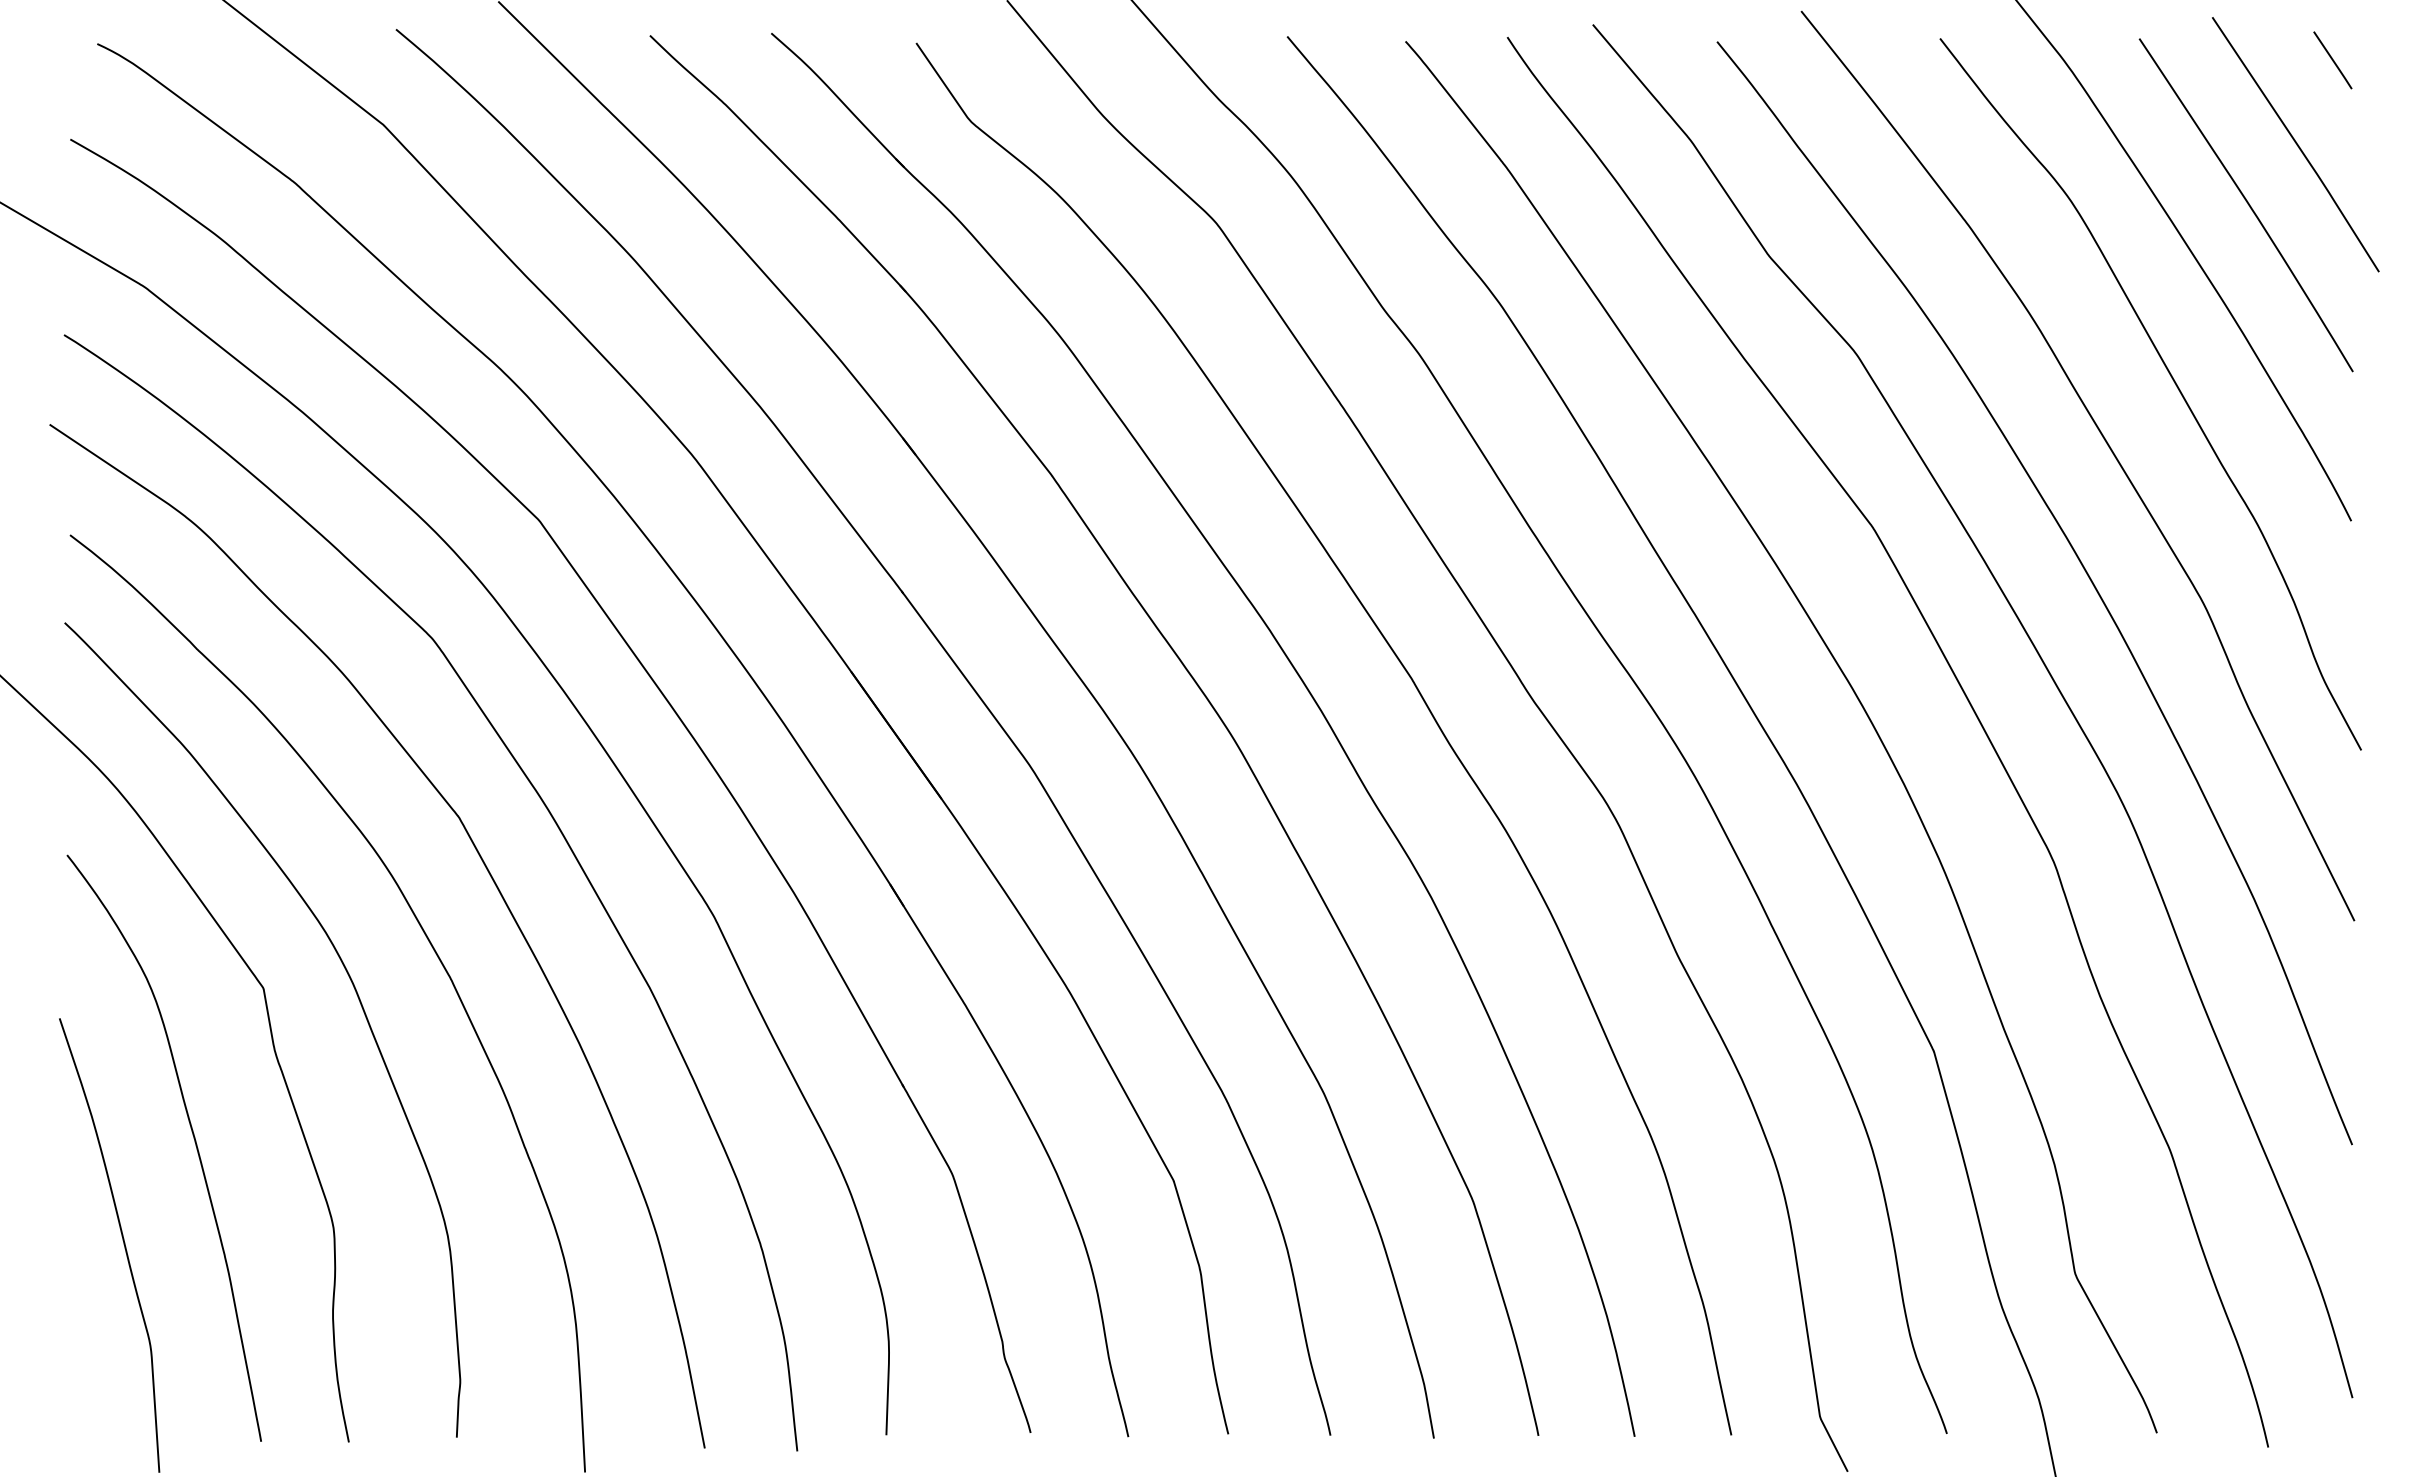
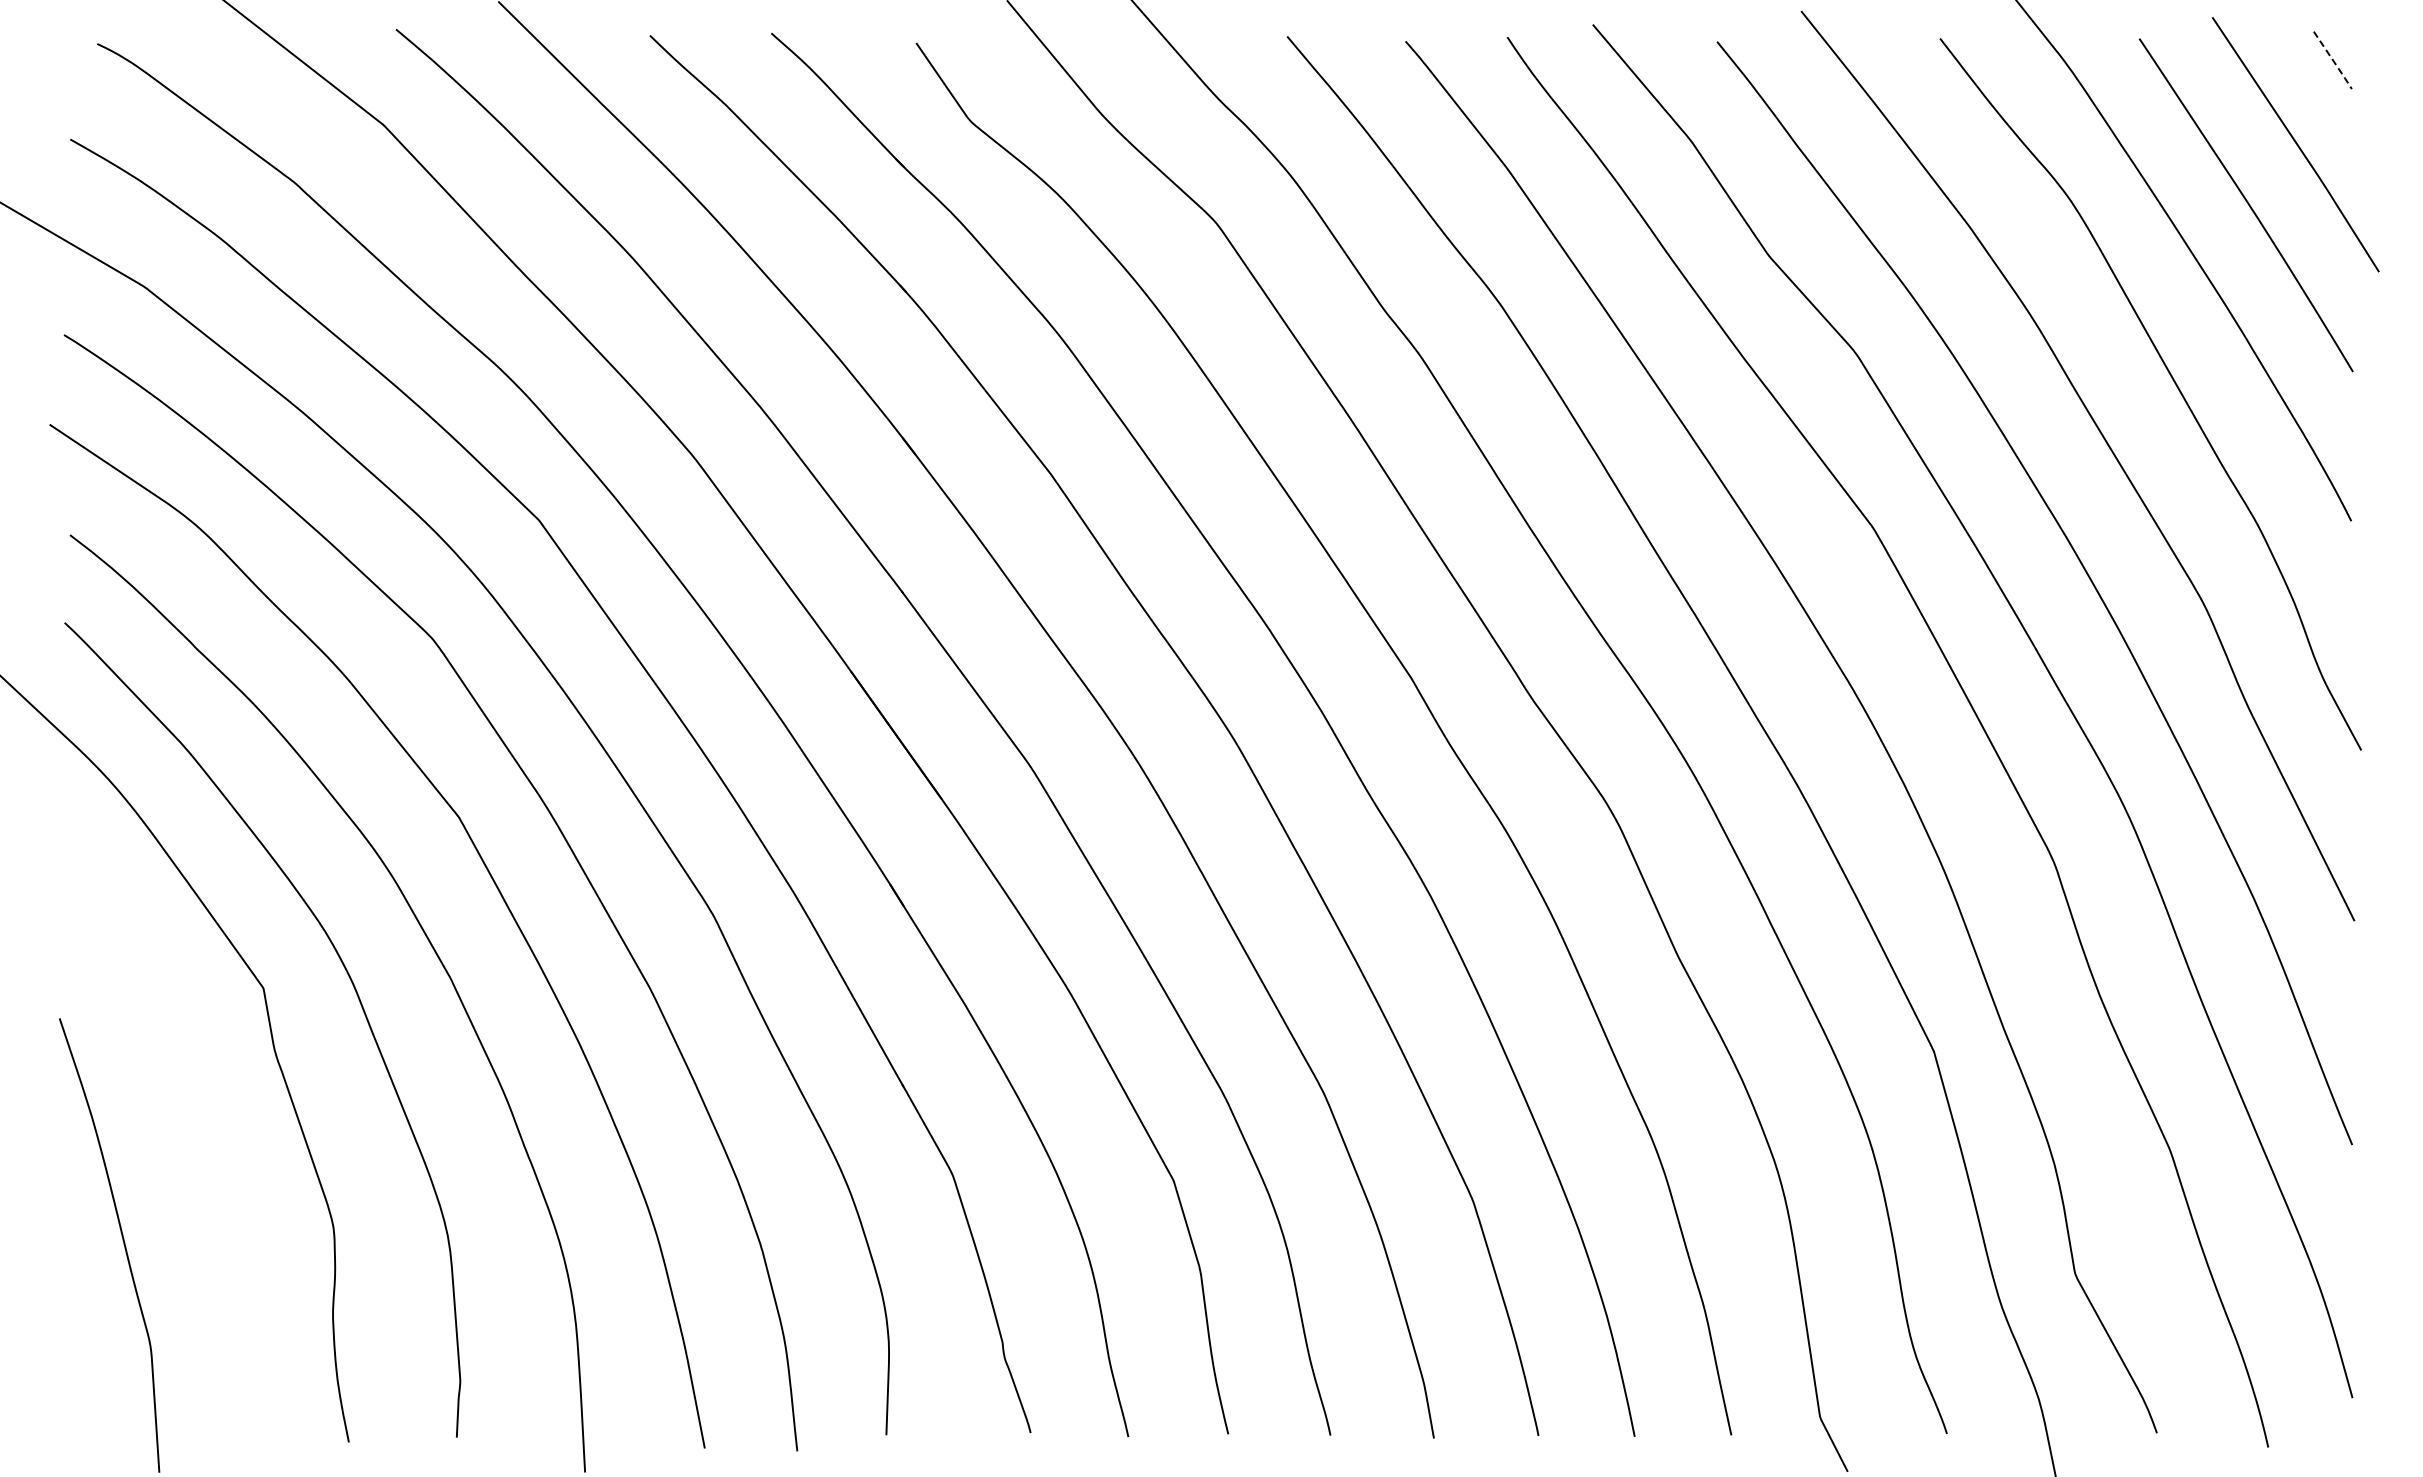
line at (2334, 61): solid -> dashed
curve at (193, 1138): present -> none
